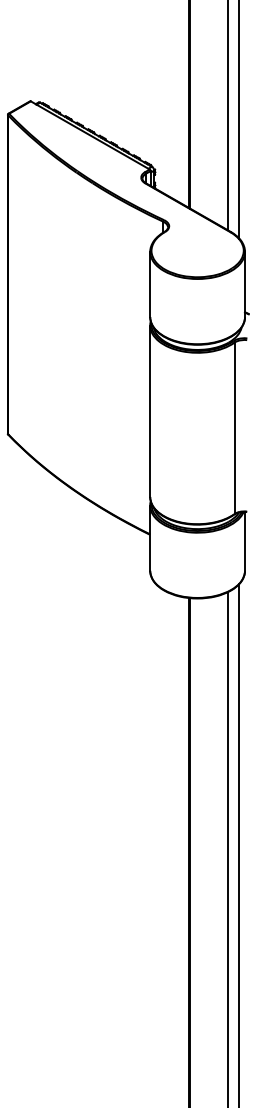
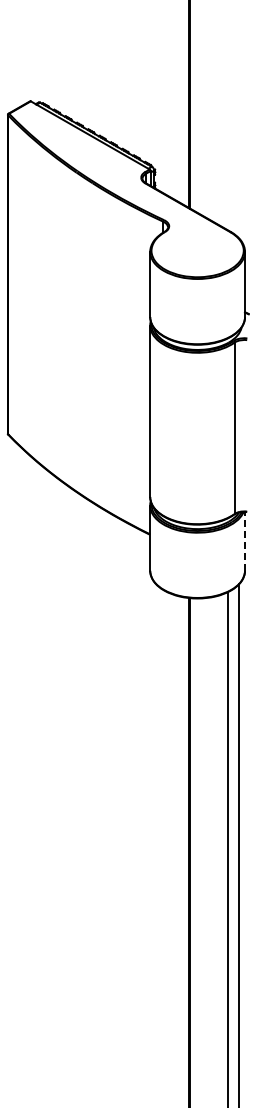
line at (227, 116): present -> none
line at (239, 120): present -> none
line at (245, 540): solid -> dashed
